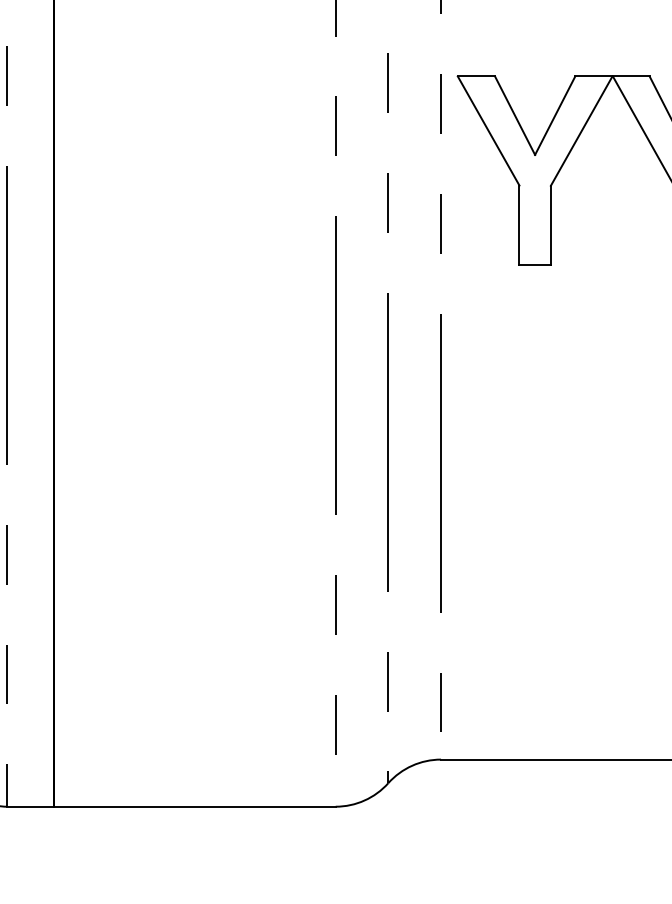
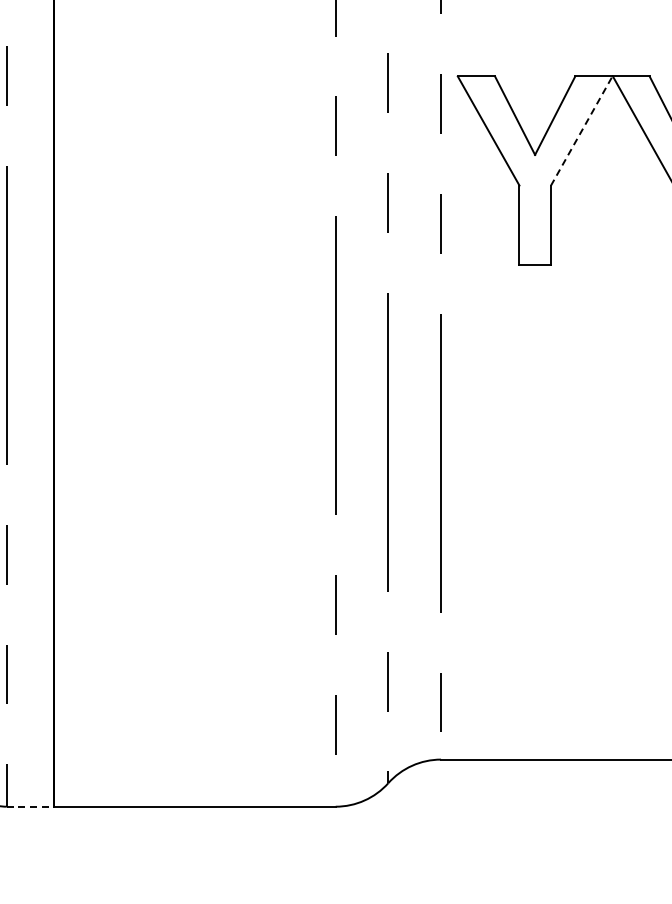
line at (581, 131): solid -> dashed
line at (30, 806): solid -> dashed
